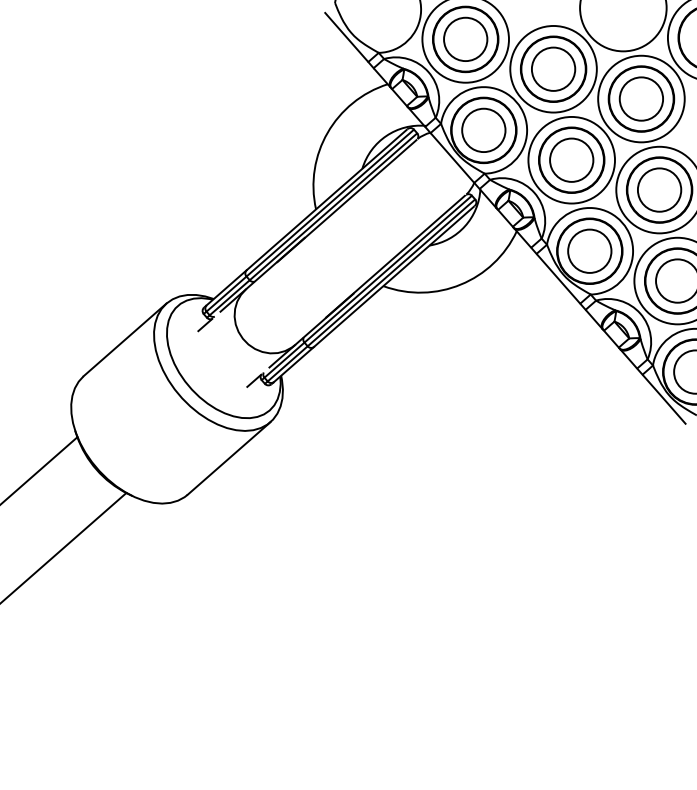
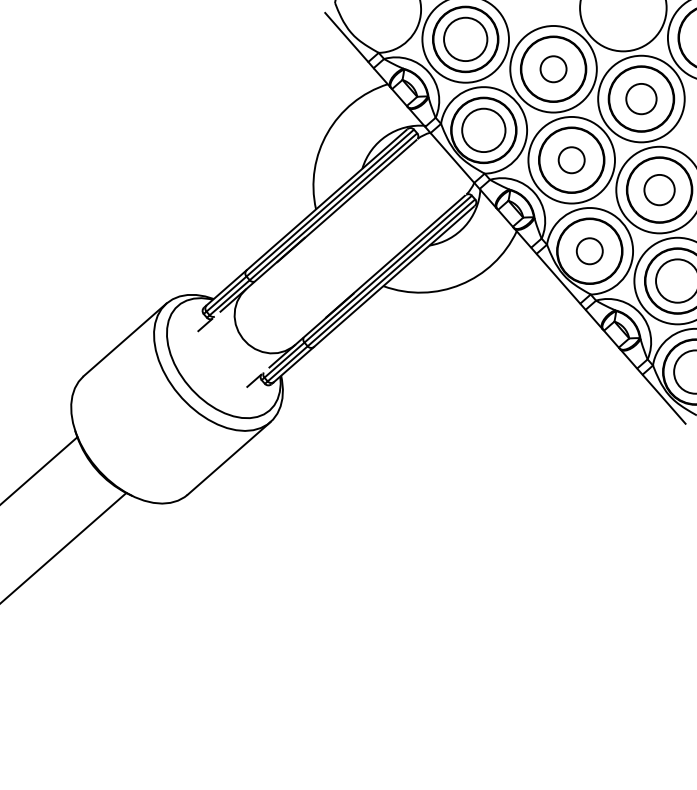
circle at (553, 68) diameter: 43 px -> 26 px
circle at (641, 98) diameter: 43 px -> 30 px
circle at (571, 159) diameter: 43 px -> 26 px
circle at (659, 189) diameter: 43 px -> 30 px
circle at (589, 250) diameter: 43 px -> 26 px
